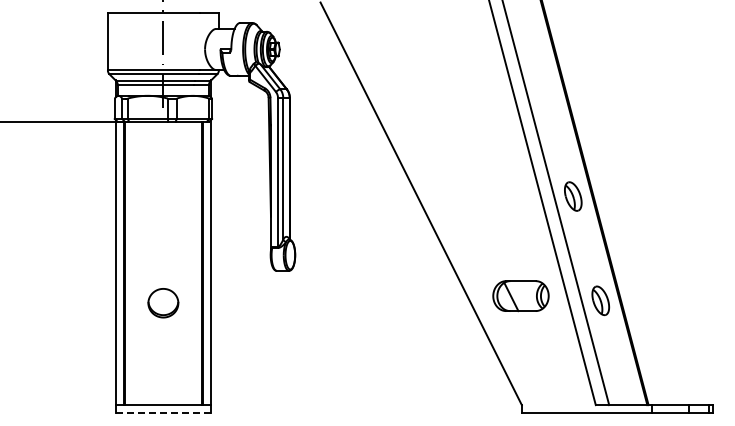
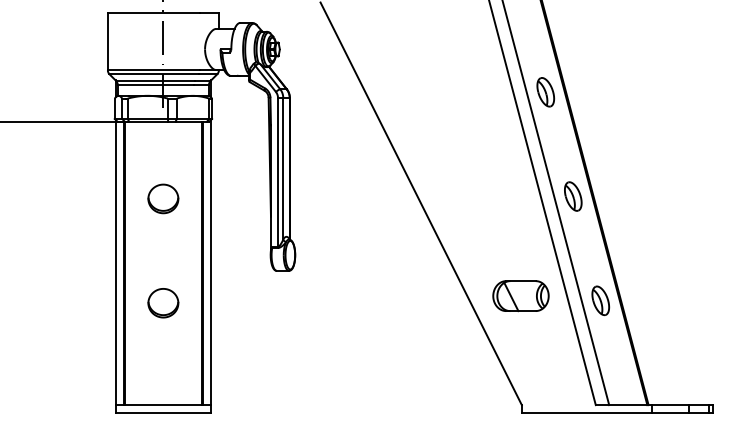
part at (545, 92): none -> present
part at (163, 198): none -> present
line at (163, 413): dashed -> solid
